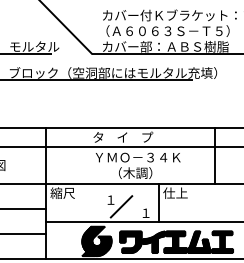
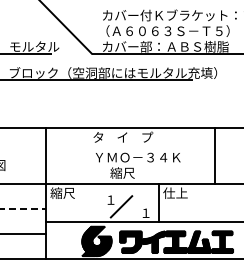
line at (121, 146): present -> none
text at (131, 172): （木調） -> 縮尺
line at (23, 209): solid -> dashed
